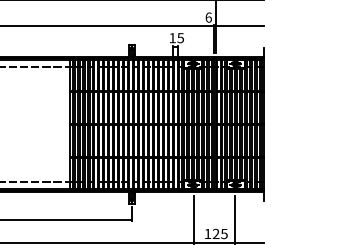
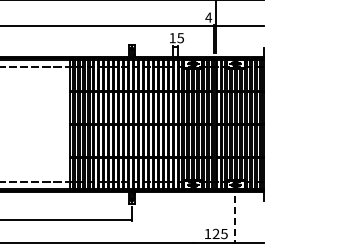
text at (208, 17): 6 -> 4
line at (193, 219): present -> none
line at (235, 219): solid -> dashed
